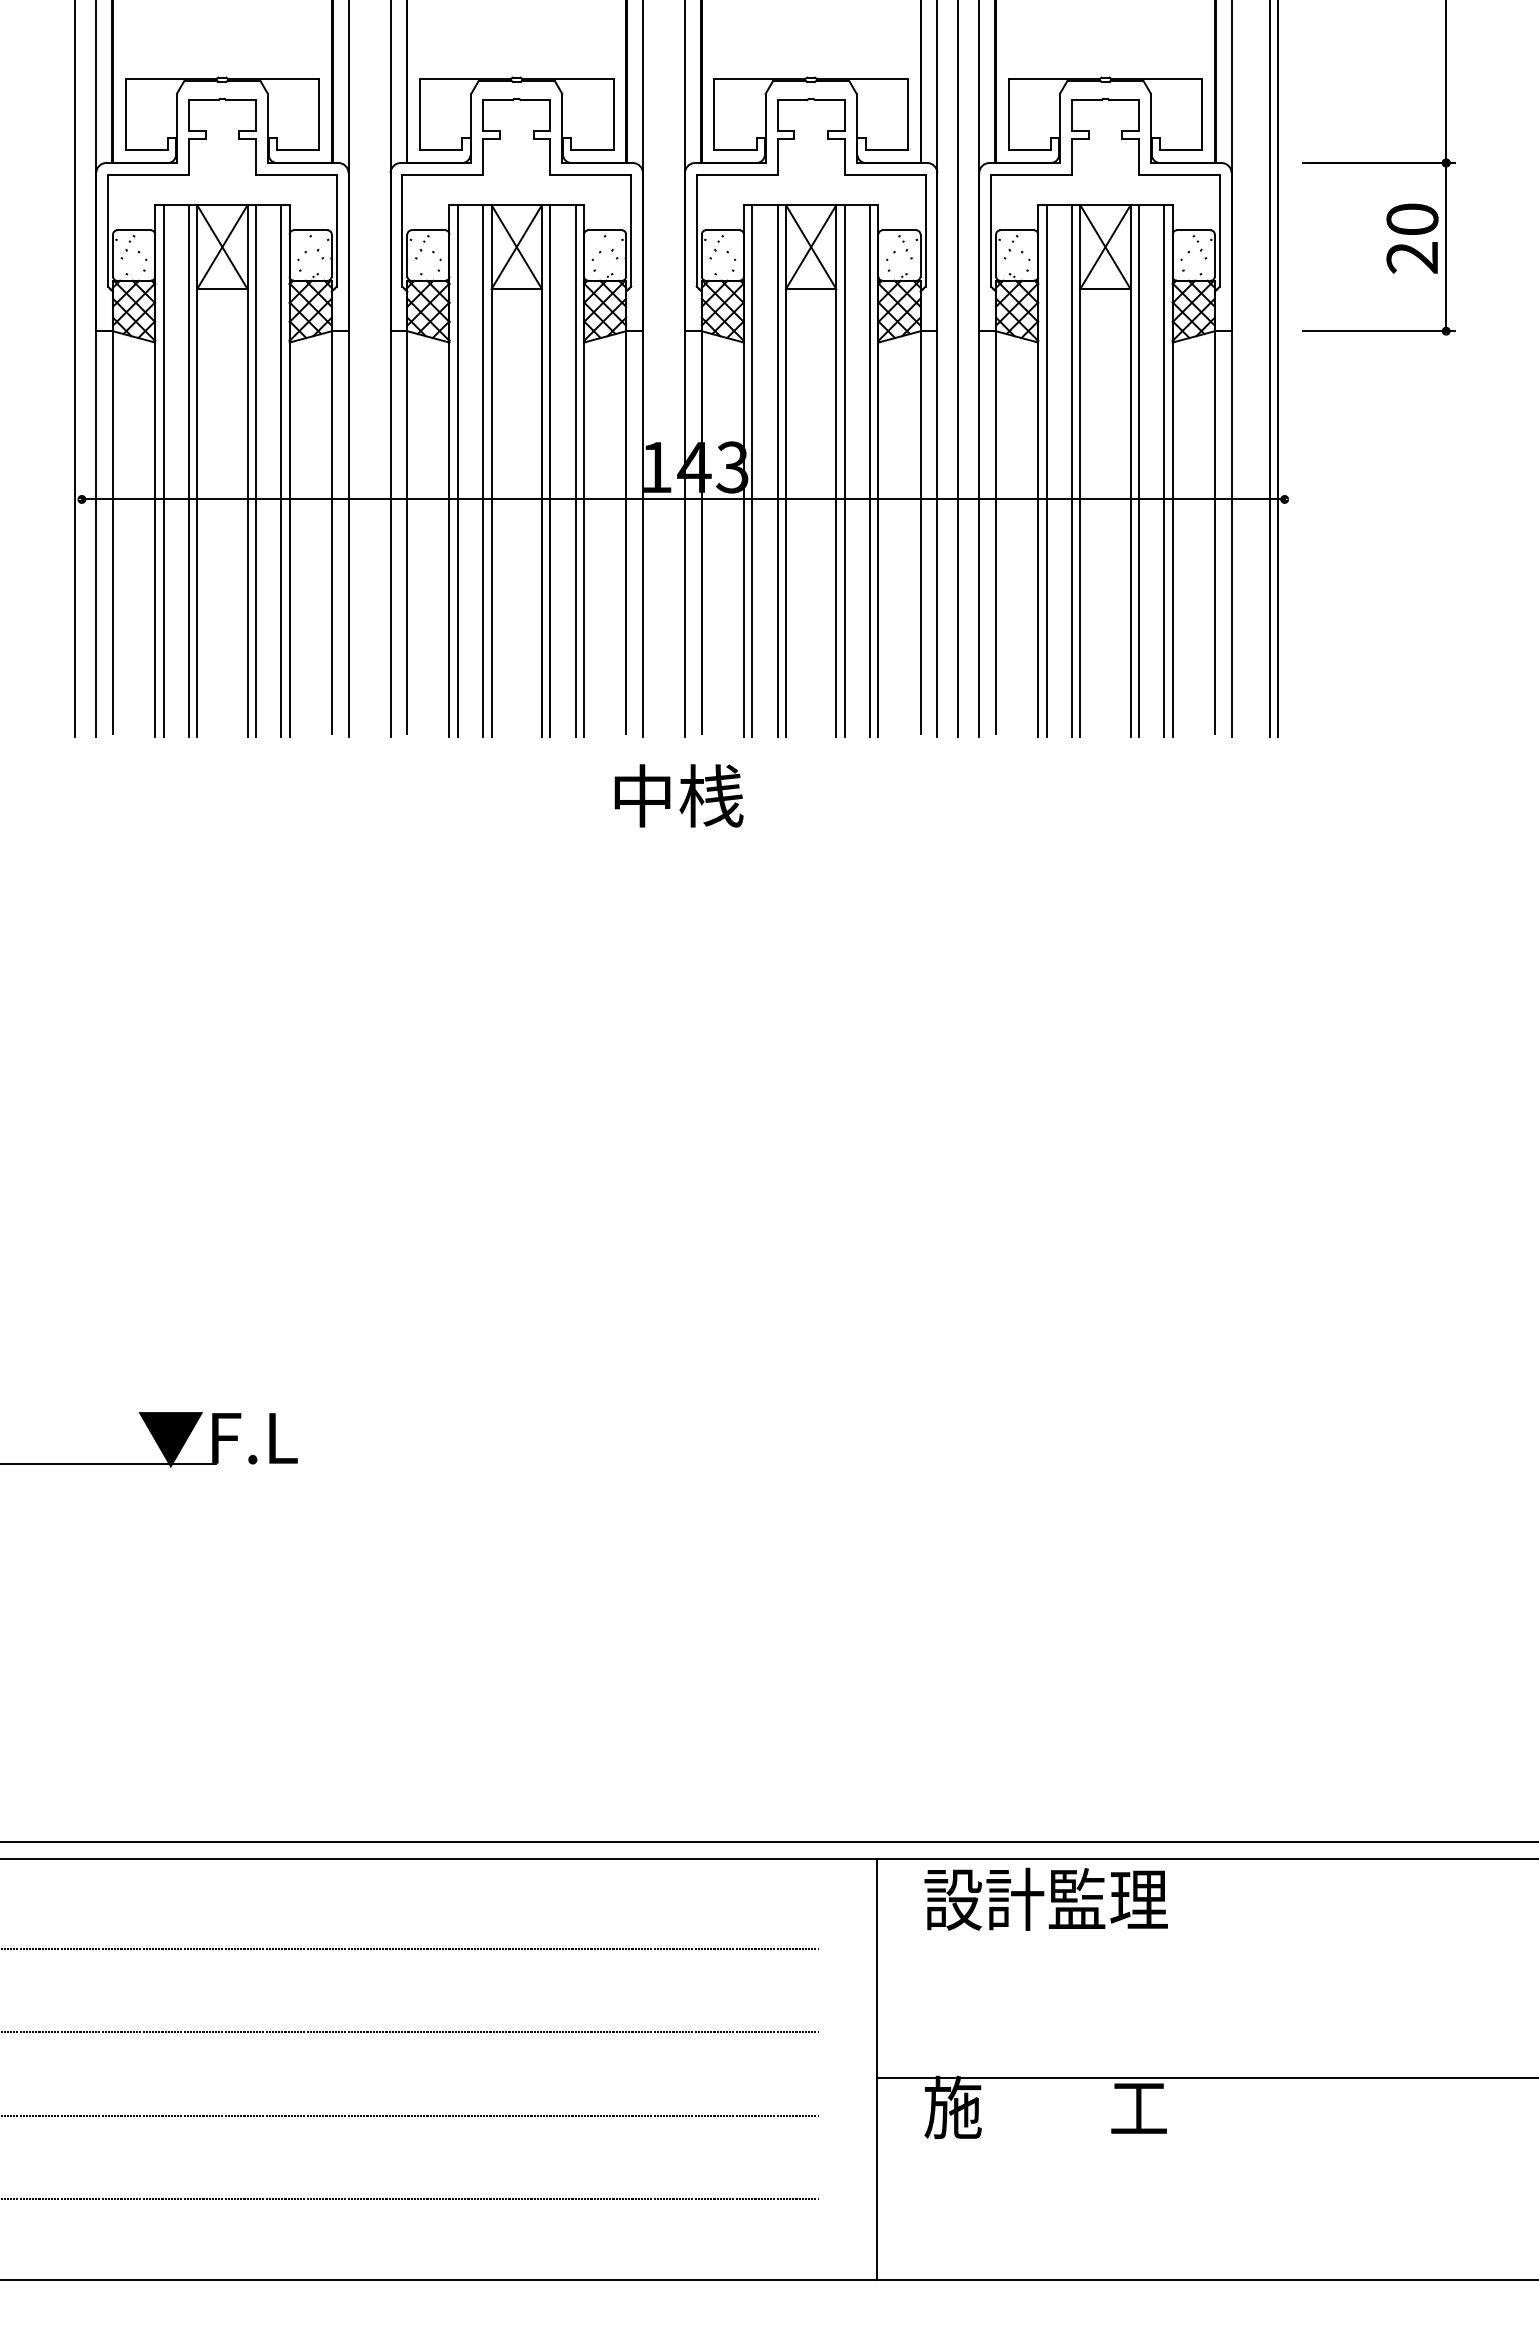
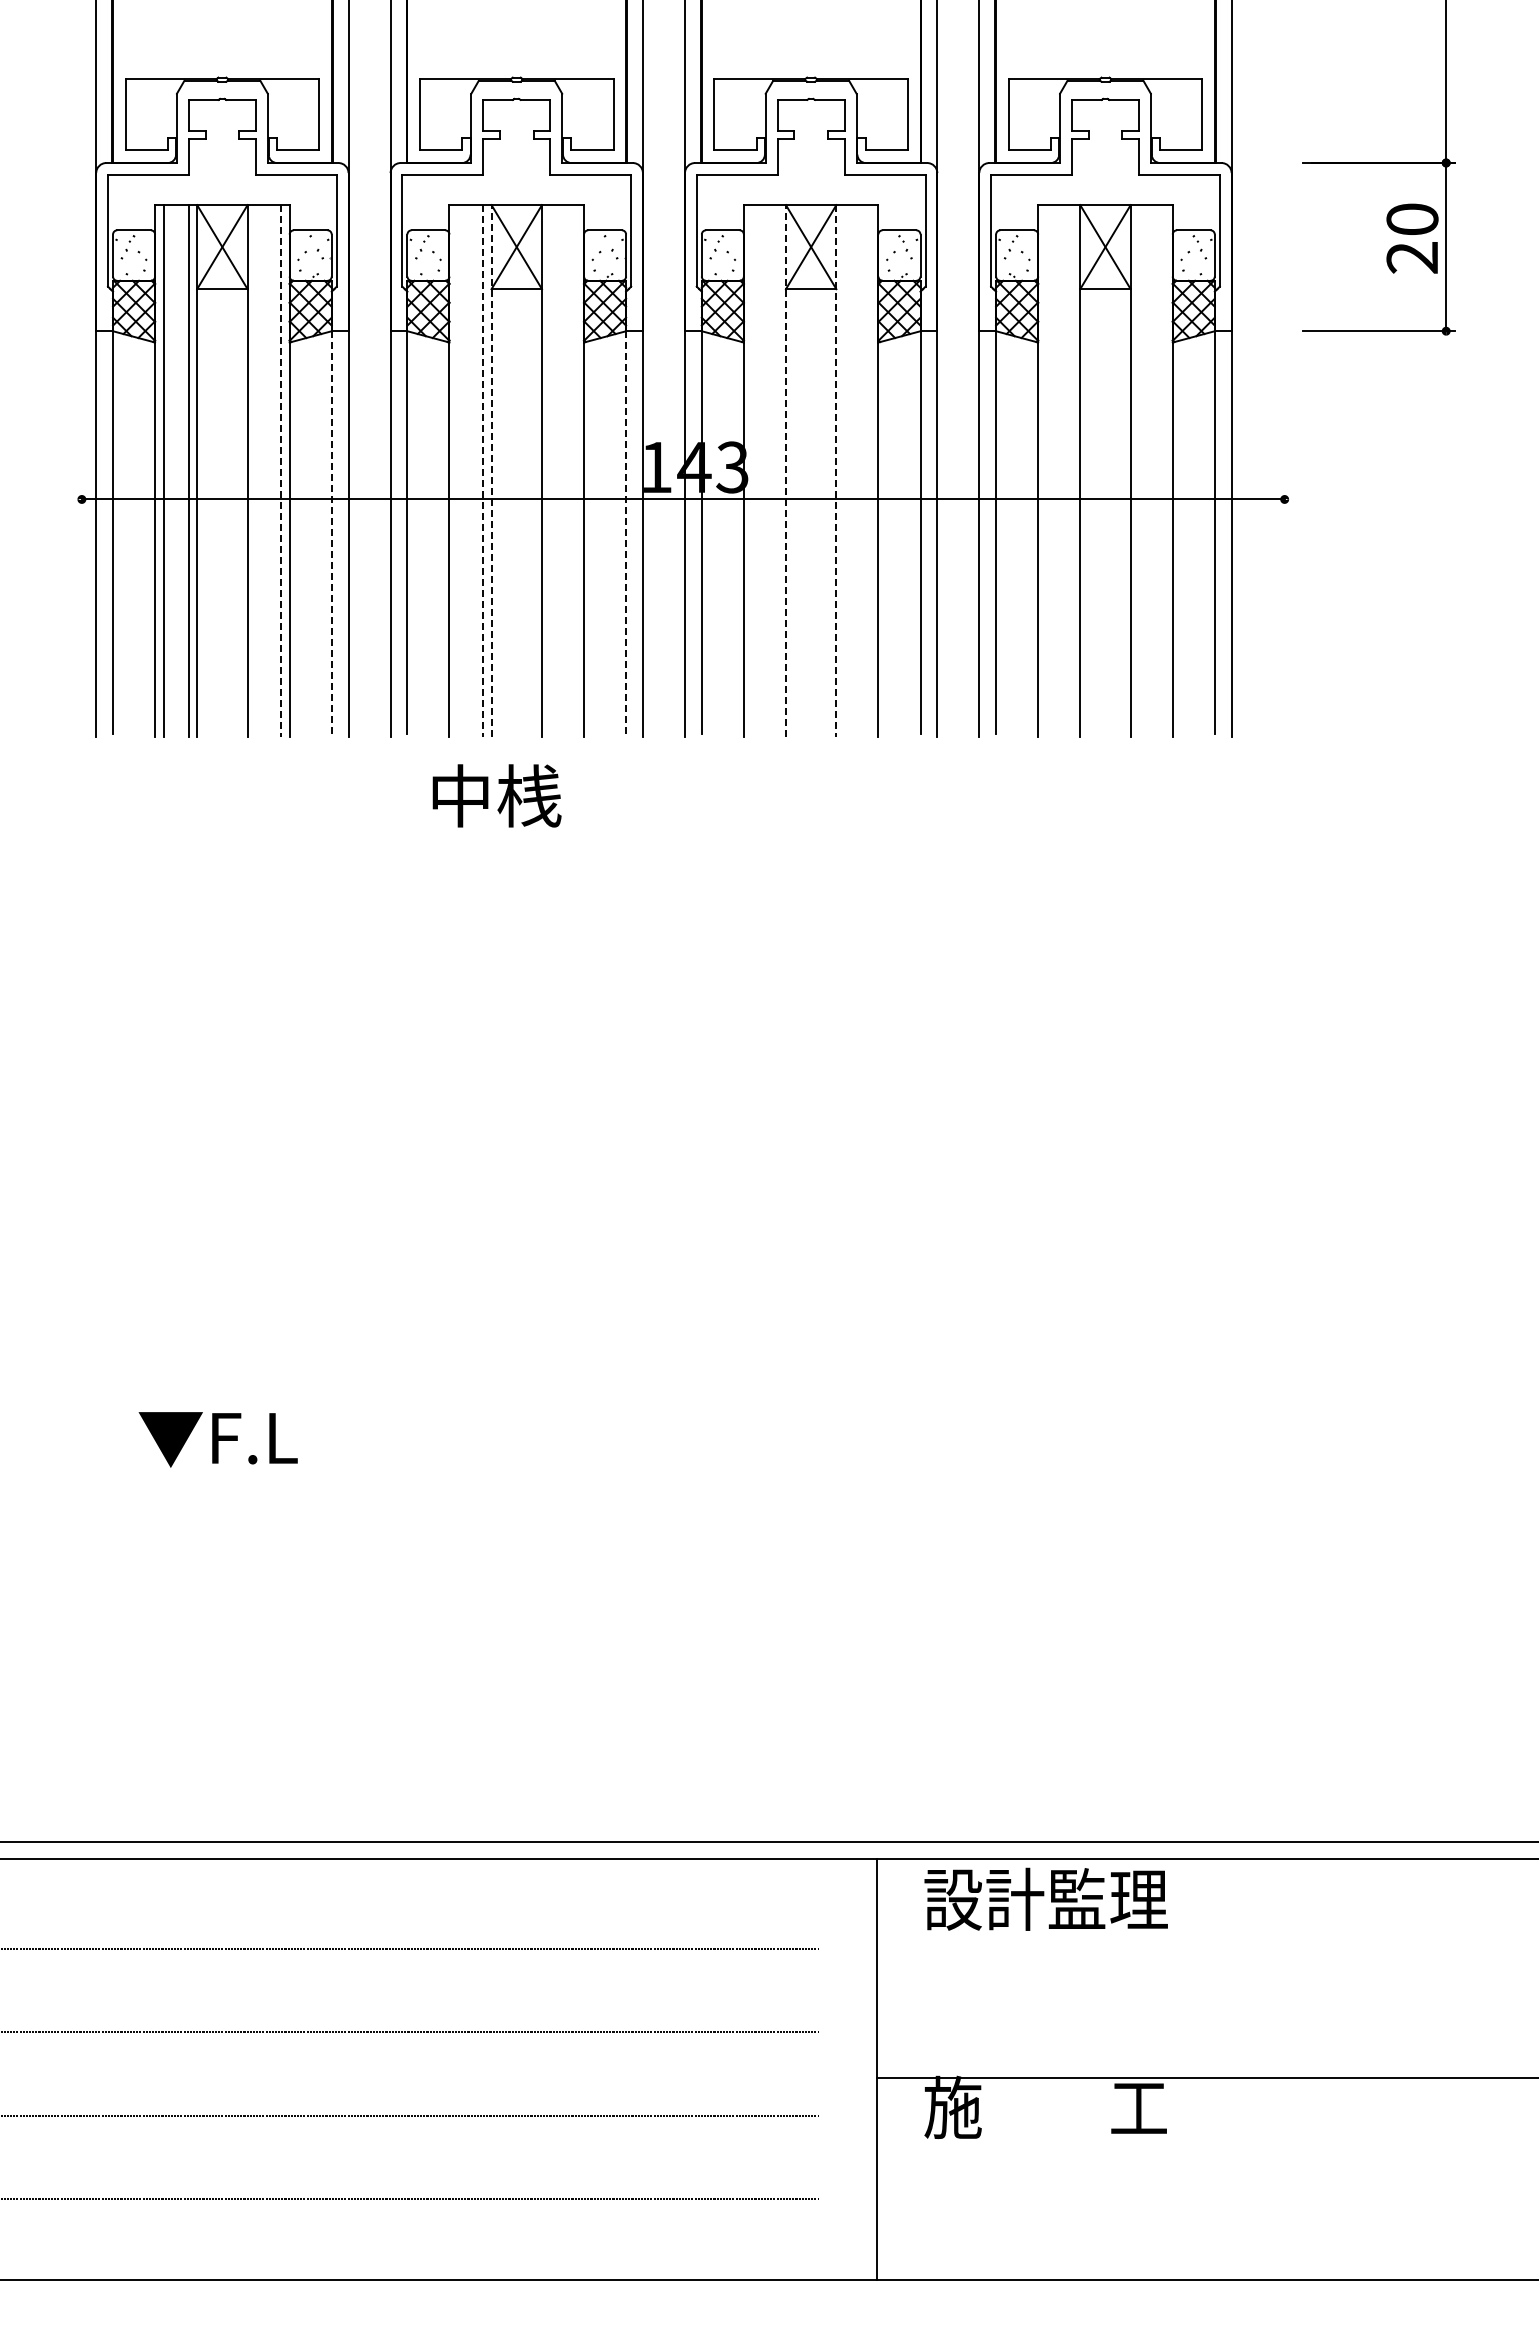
line at (75, 369): present -> none
line at (958, 369): present -> none
line at (1269, 369): present -> none
line at (1277, 369): present -> none
line at (256, 470): present -> none
line at (281, 470): solid -> dashed
line at (457, 470): present -> none
line at (483, 470): solid -> dashed
line at (491, 470): solid -> dashed
line at (550, 470): present -> none
line at (575, 470): present -> none
line at (752, 470): present -> none
line at (777, 470): present -> none
line at (785, 470): solid -> dashed
line at (836, 470): solid -> dashed
line at (844, 470): present -> none
line at (870, 470): present -> none
line at (1046, 470): present -> none
line at (1071, 470): present -> none
line at (1139, 470): present -> none
line at (1164, 470): present -> none
line at (331, 532): solid -> dashed
line at (626, 532): solid -> dashed
text at (678, 795) position: (678, 795) -> (496, 795)
line at (109, 1463): present -> none
